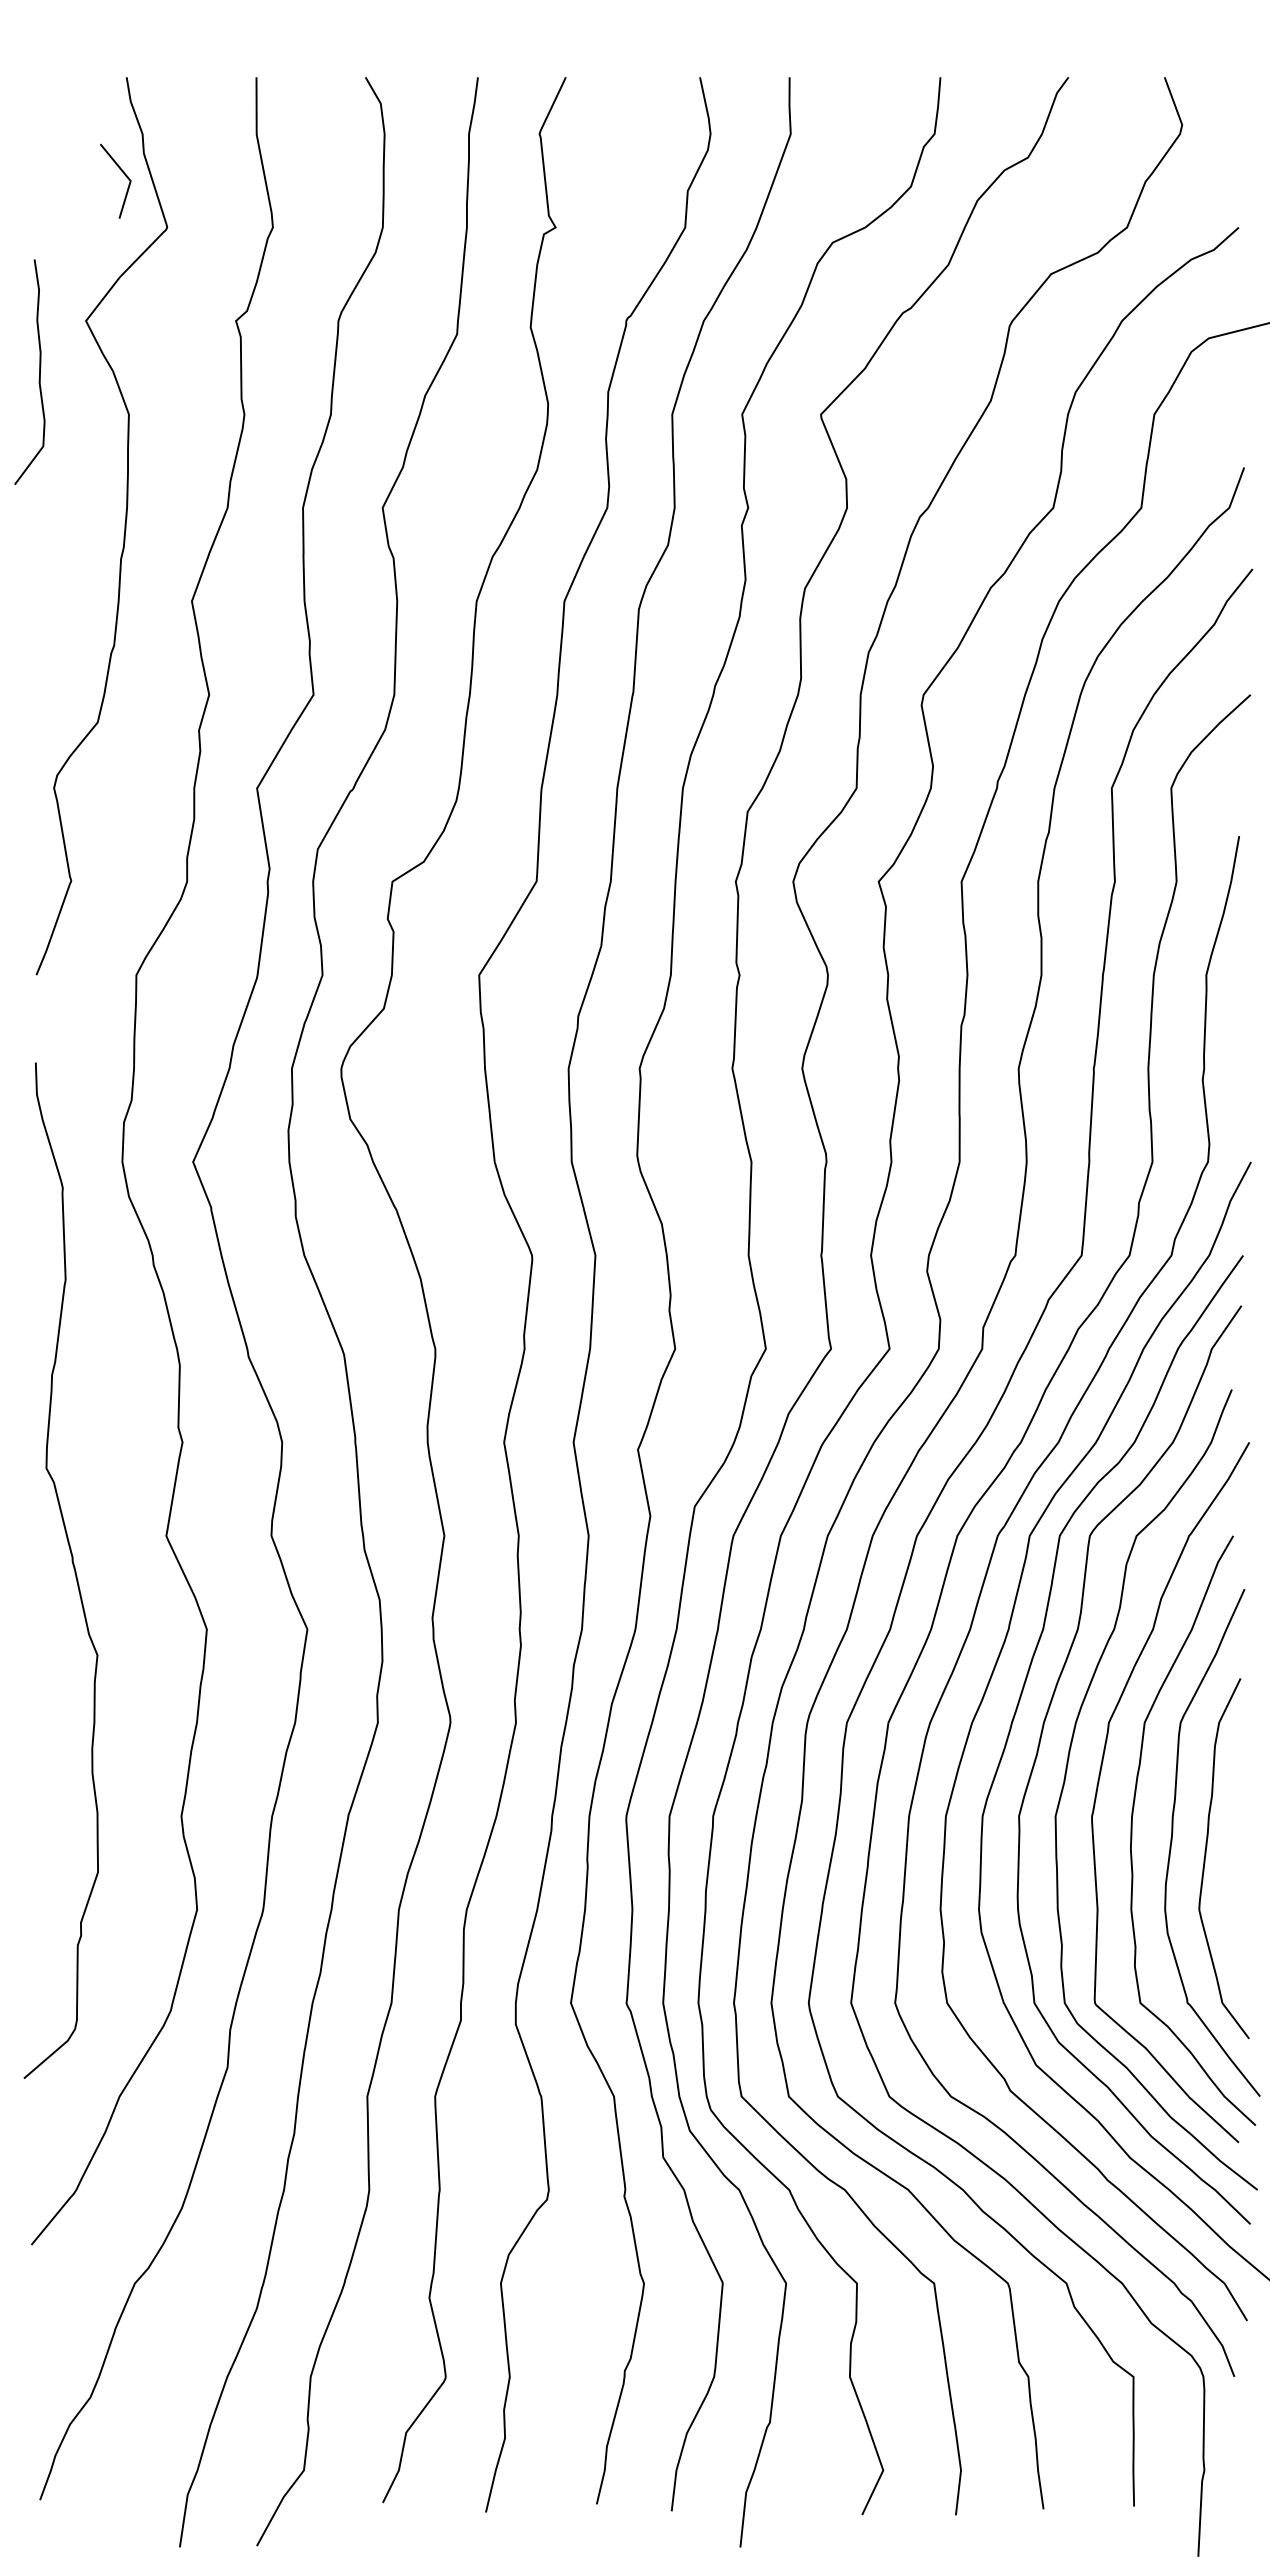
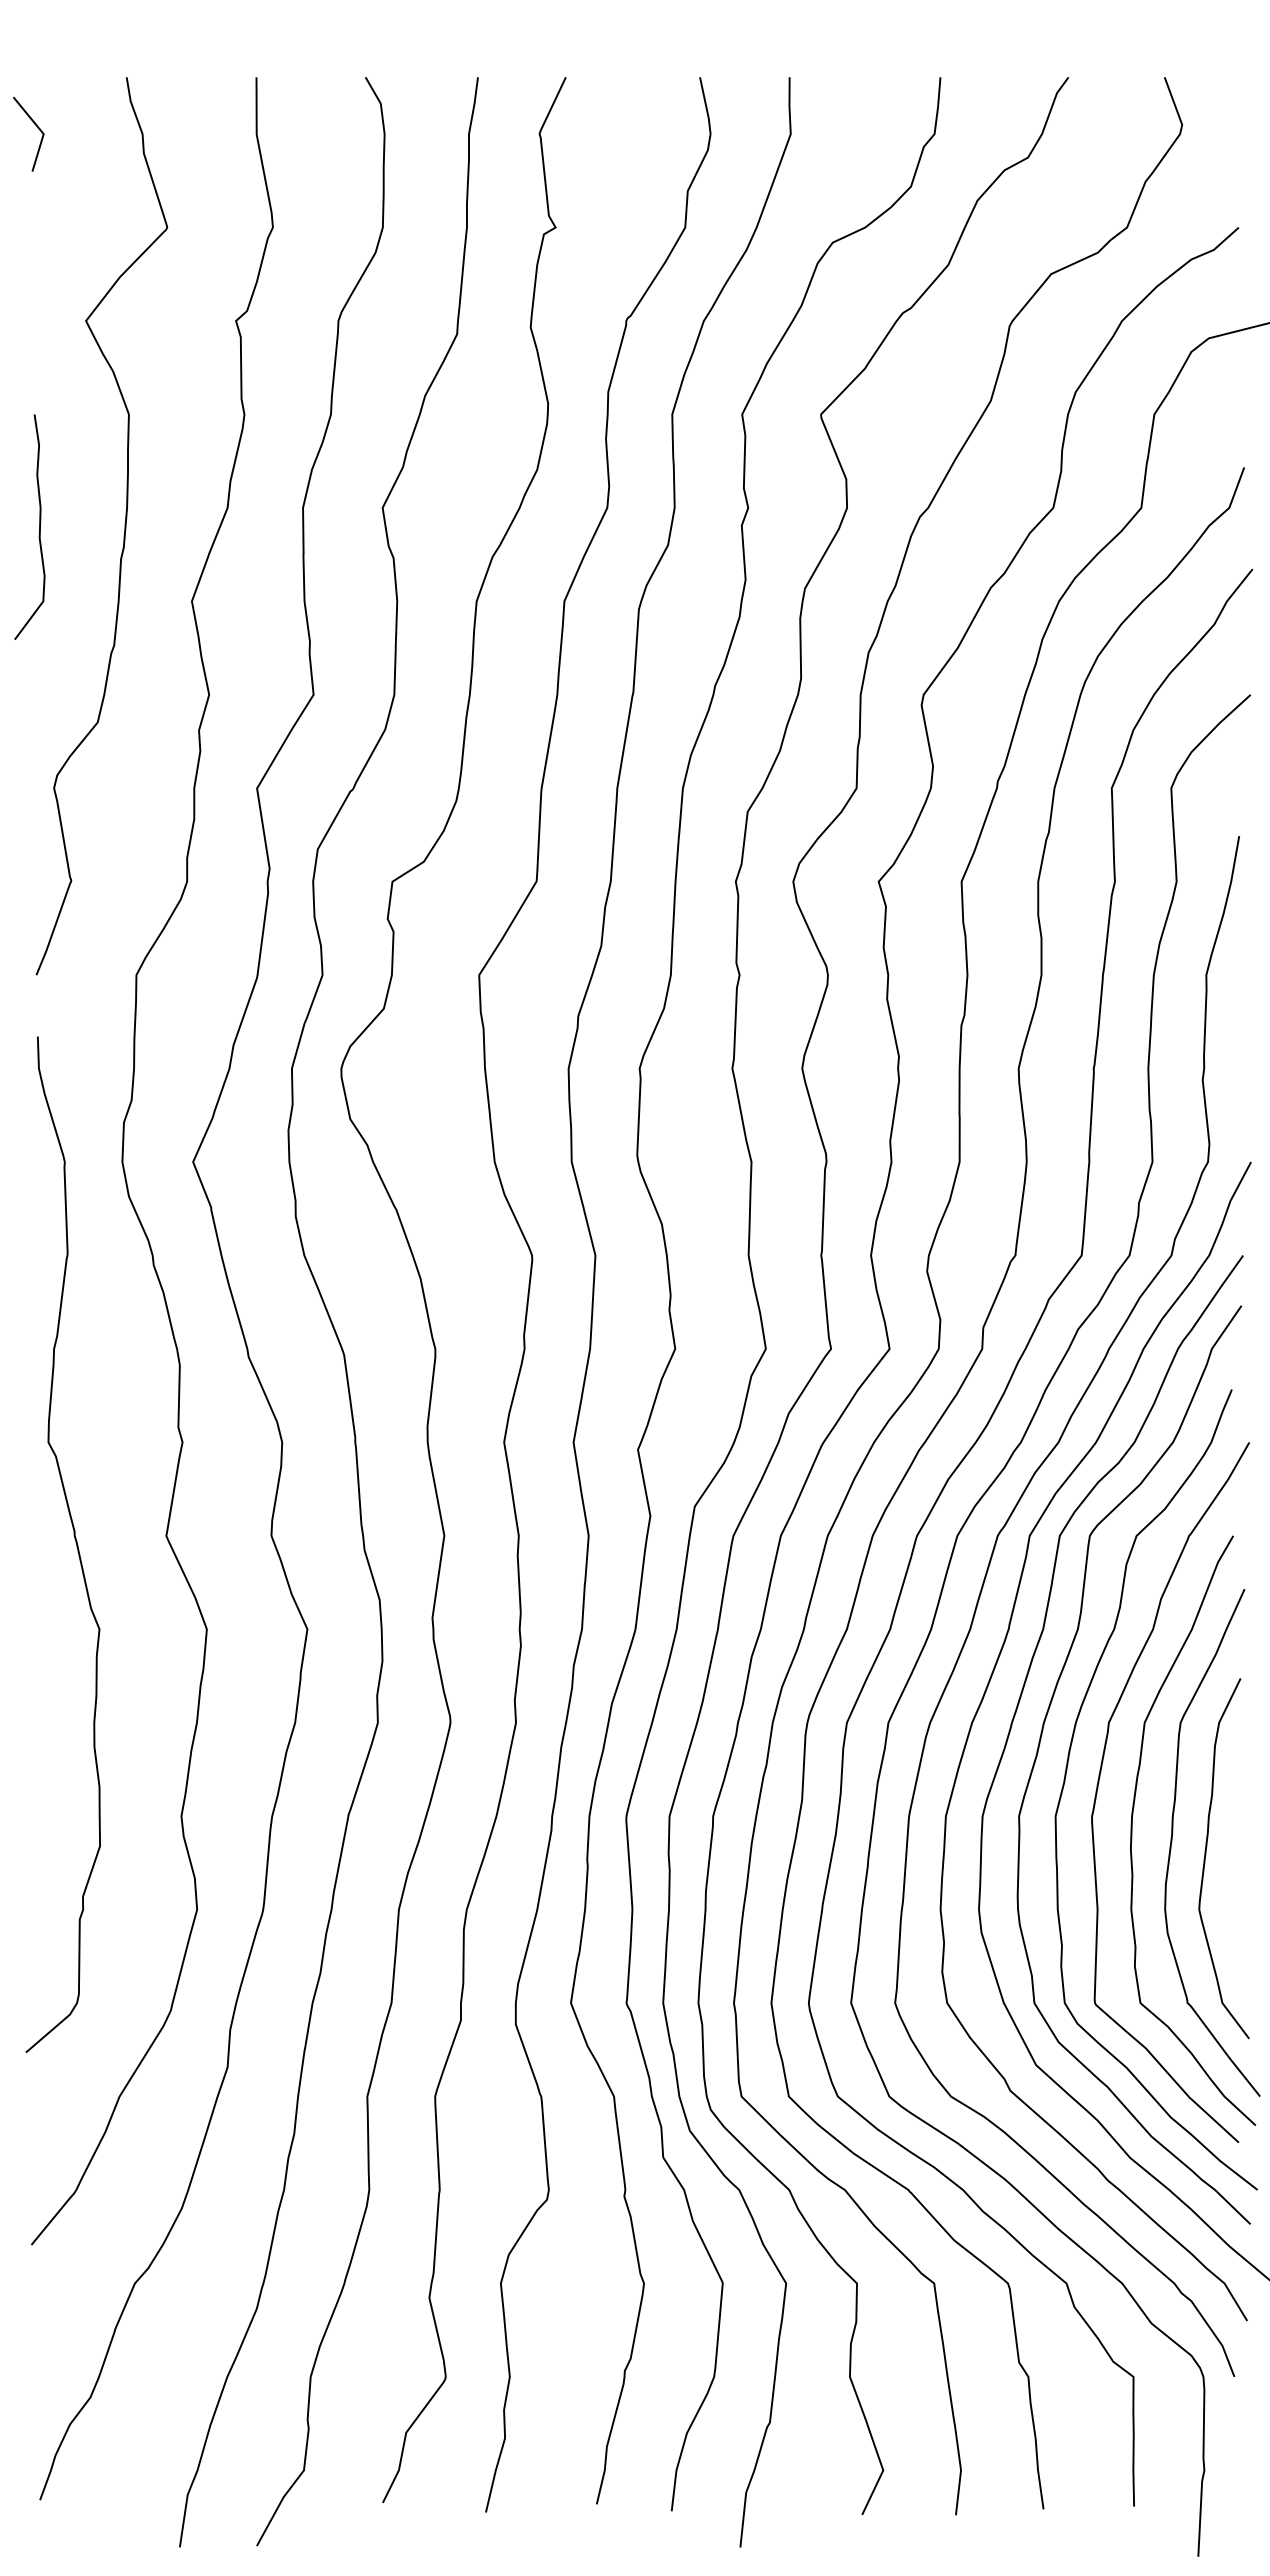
line at (124, 175) position: (124, 175) -> (37, 128)
curve at (39, 371) position: (39, 371) -> (39, 526)
curve at (72, 1565) position: (72, 1565) -> (74, 1539)
